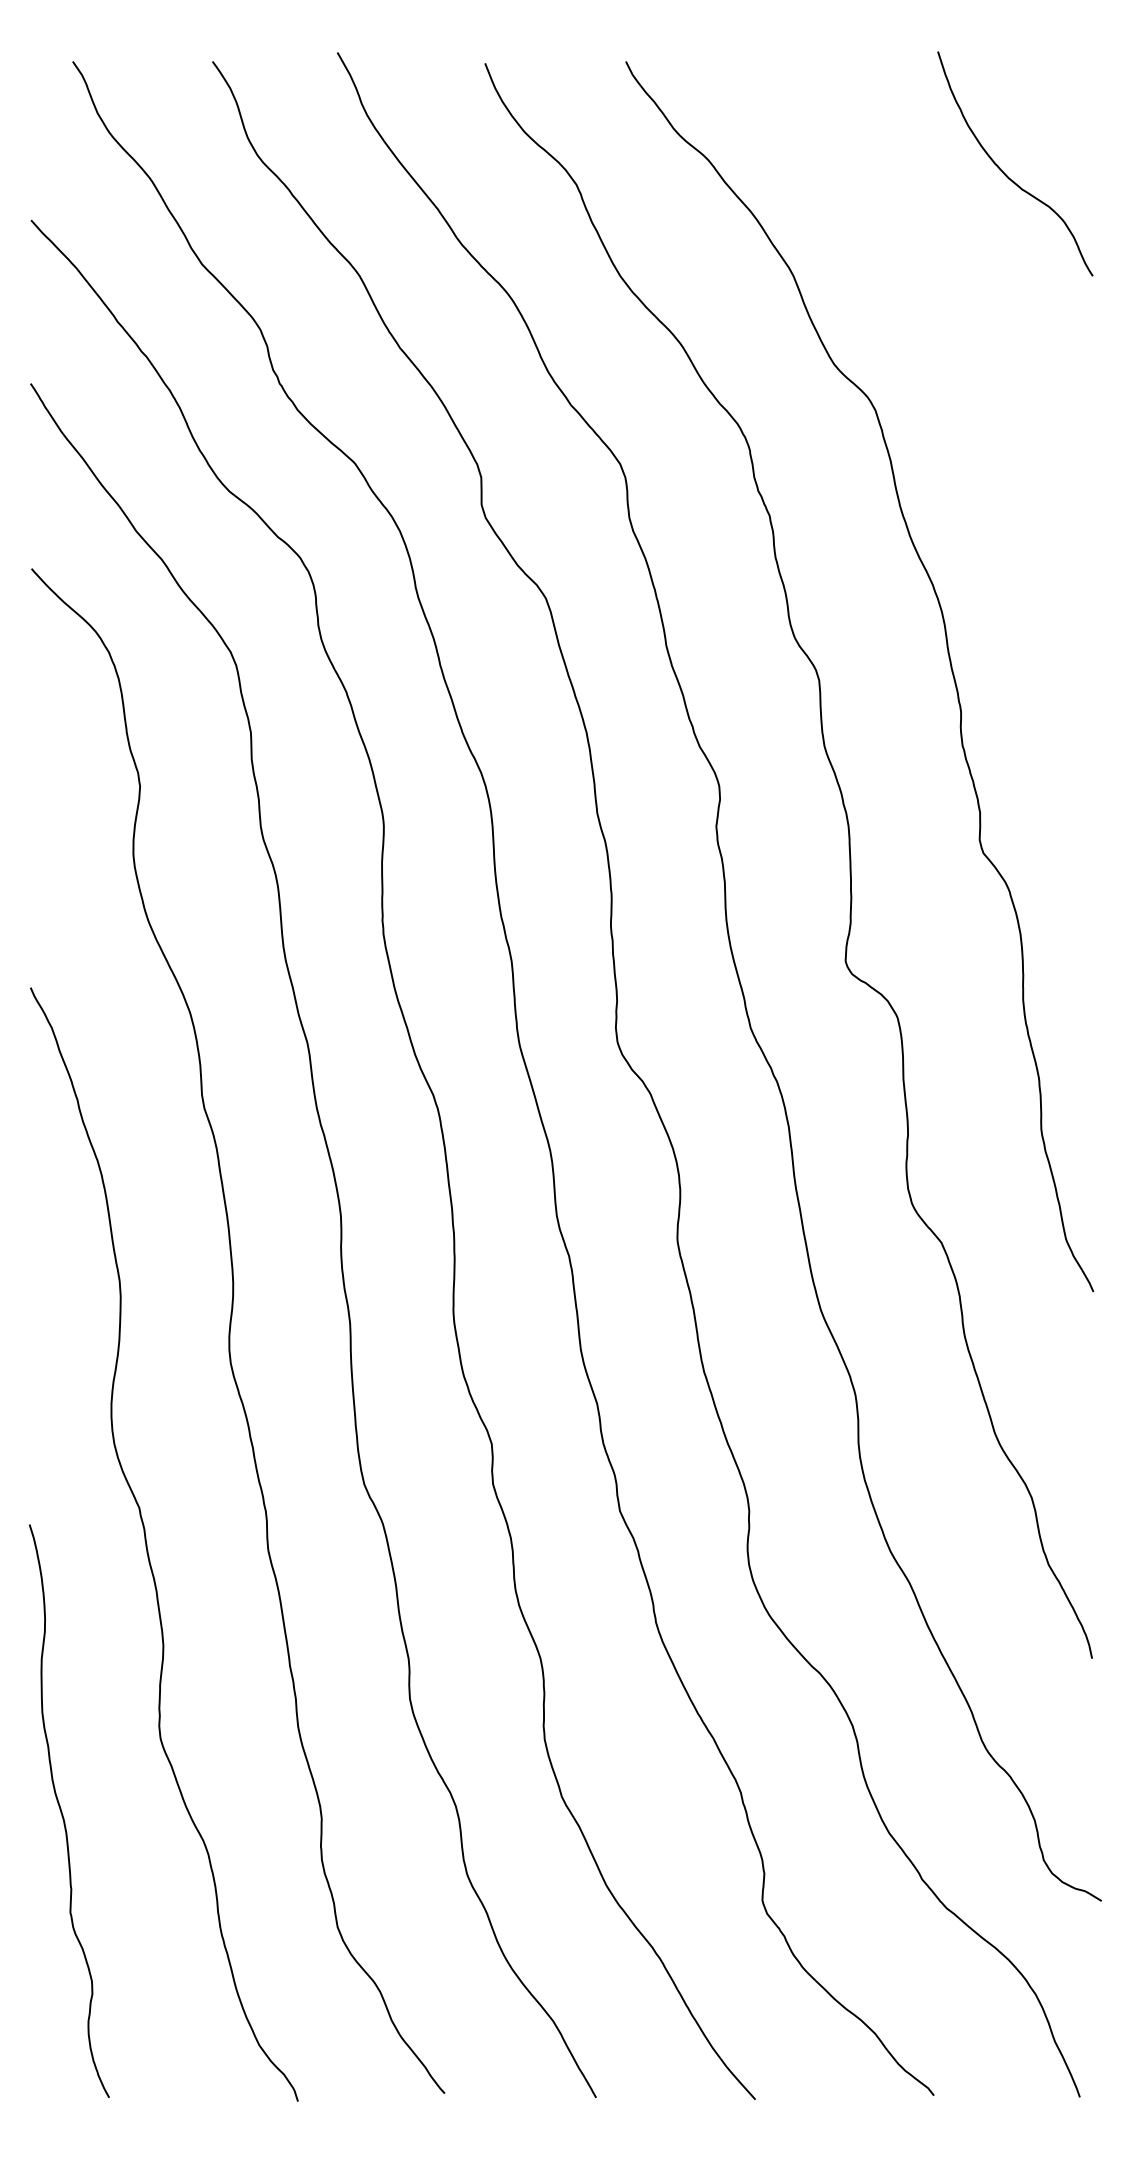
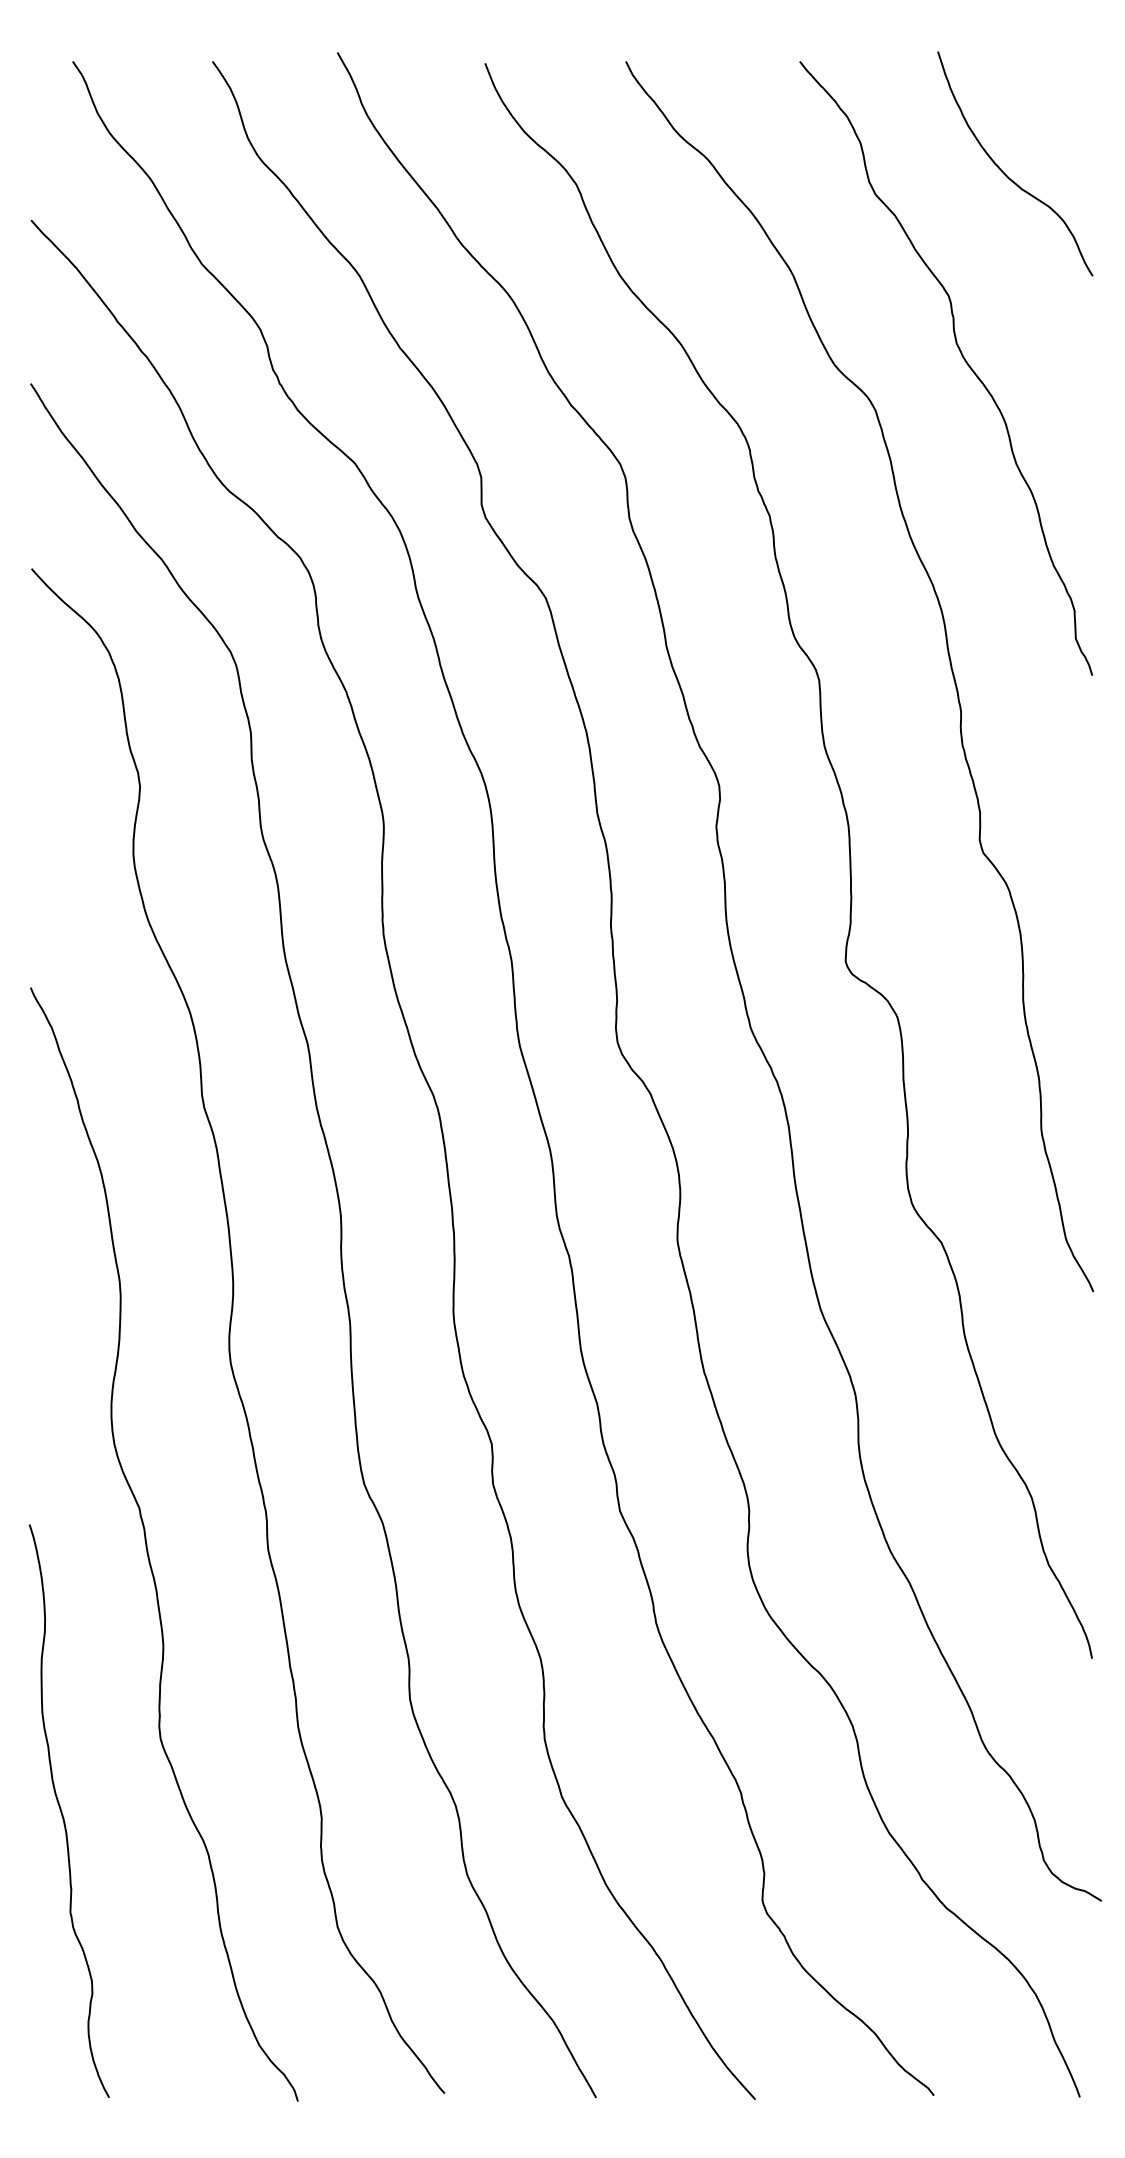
curve at (961, 356): none -> present
